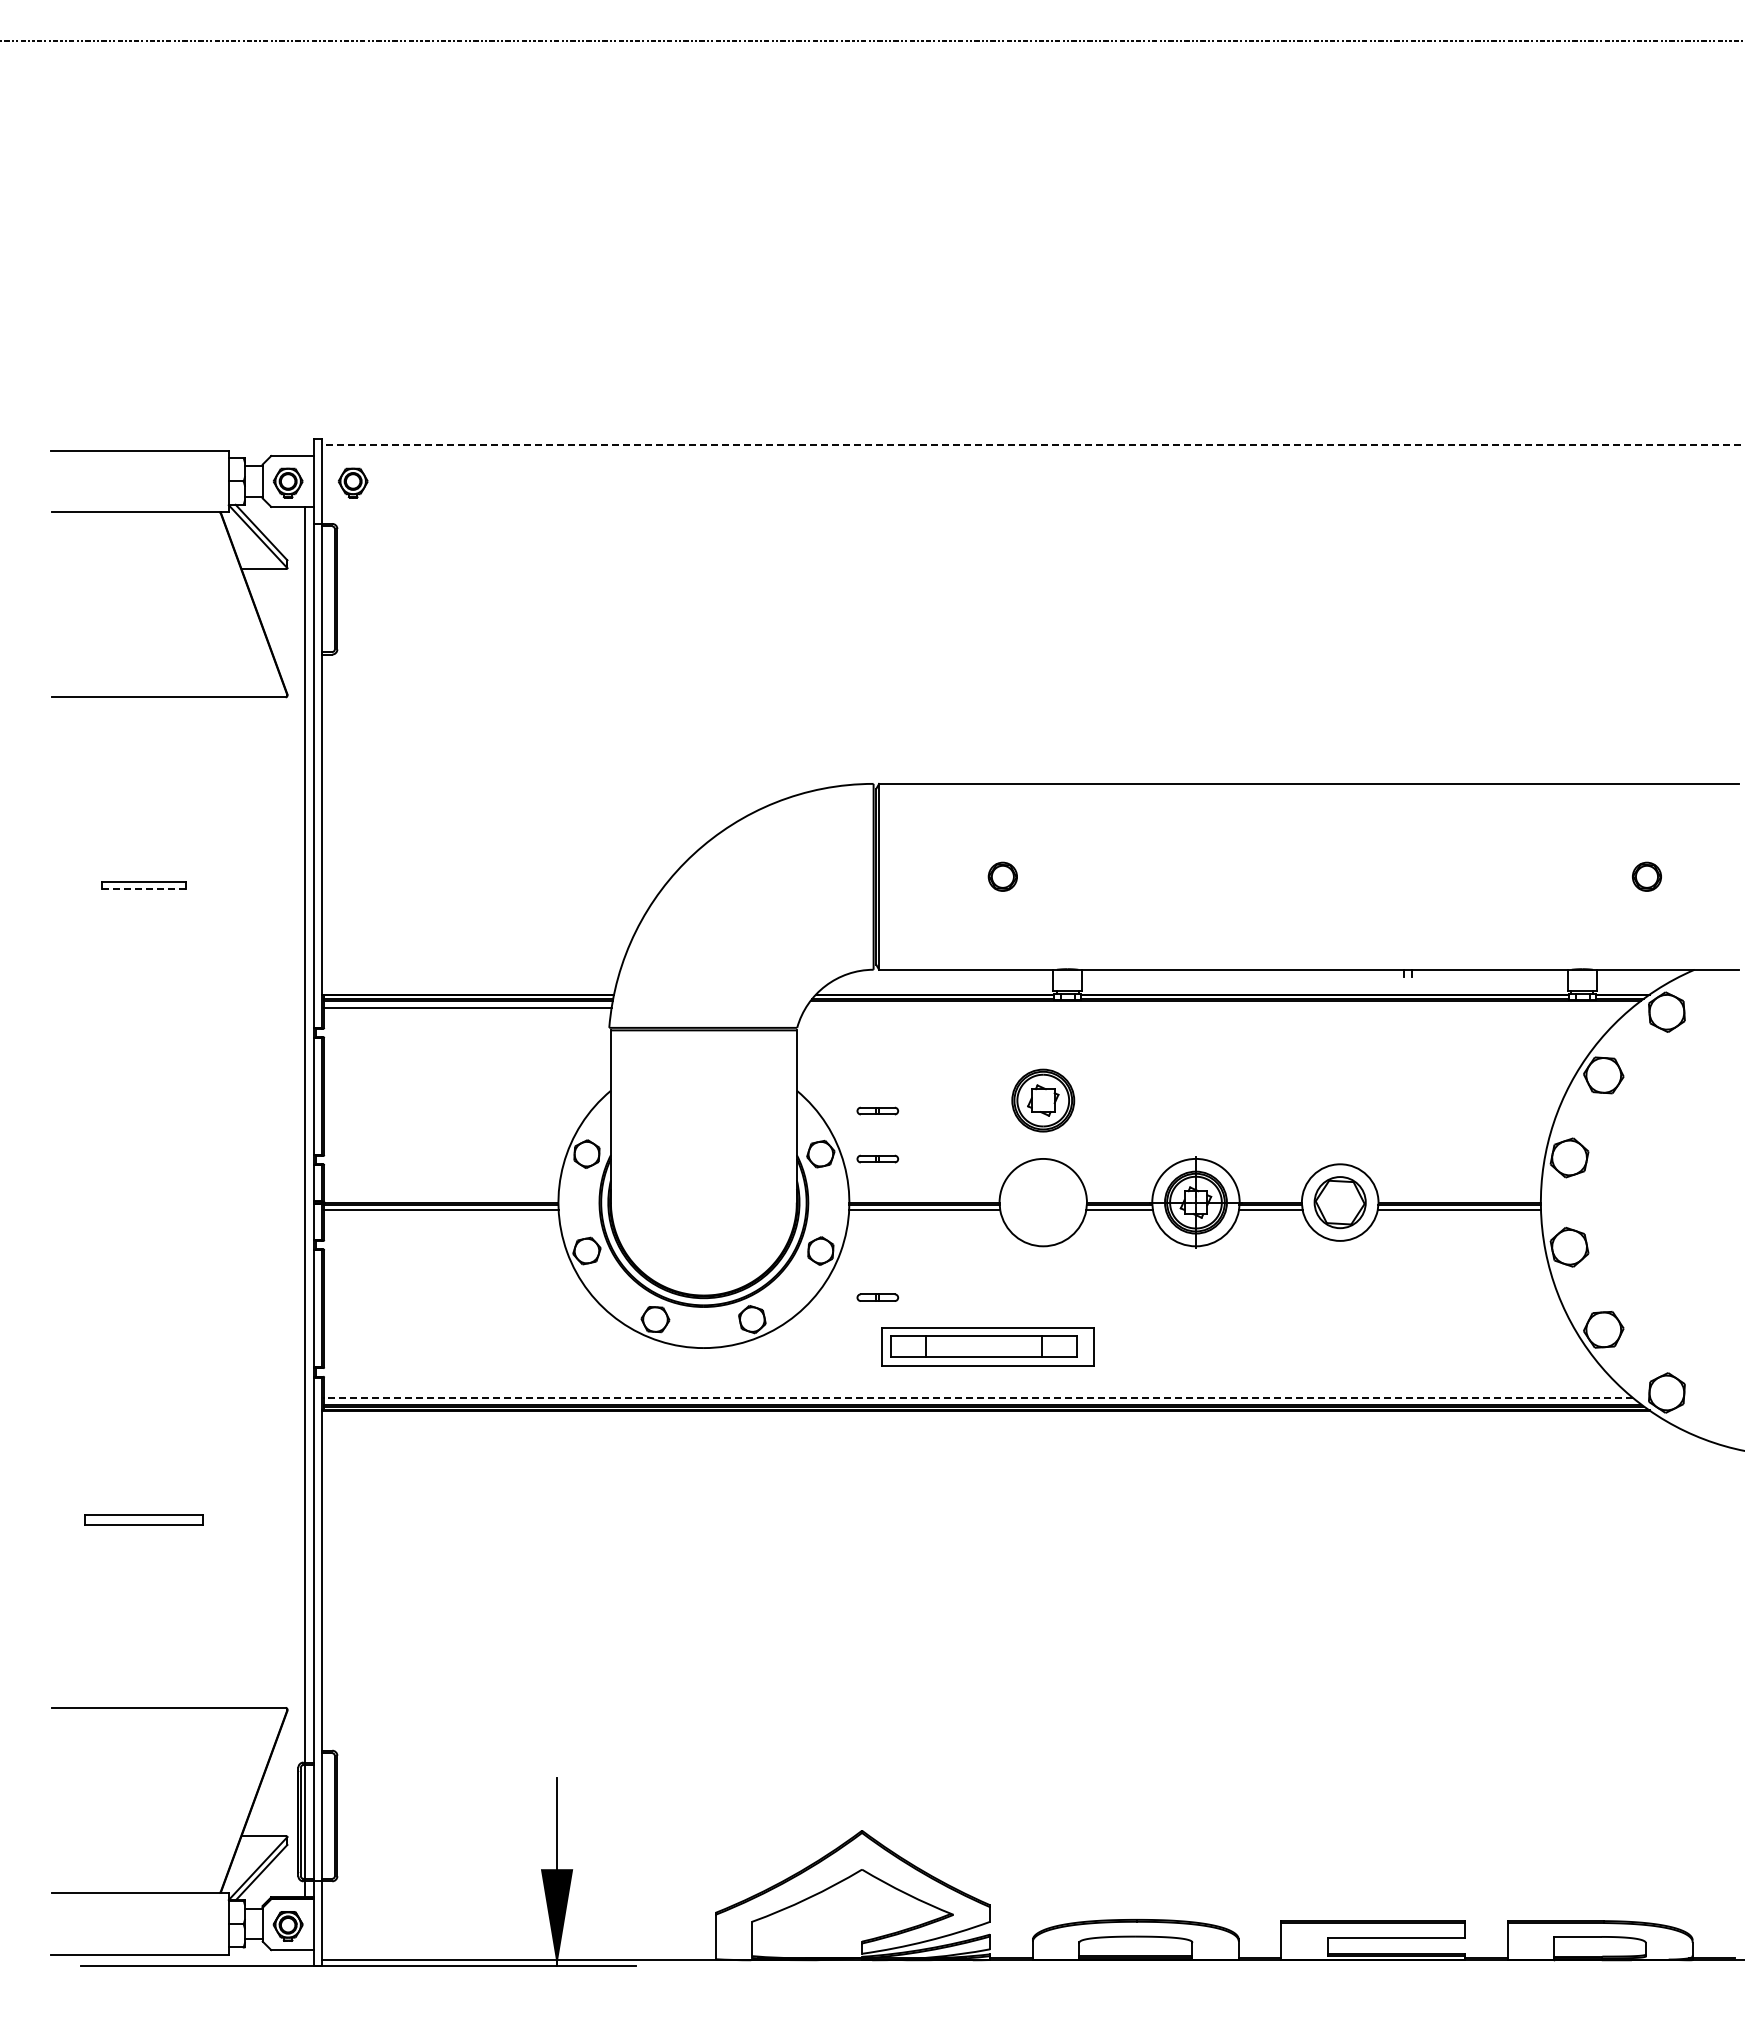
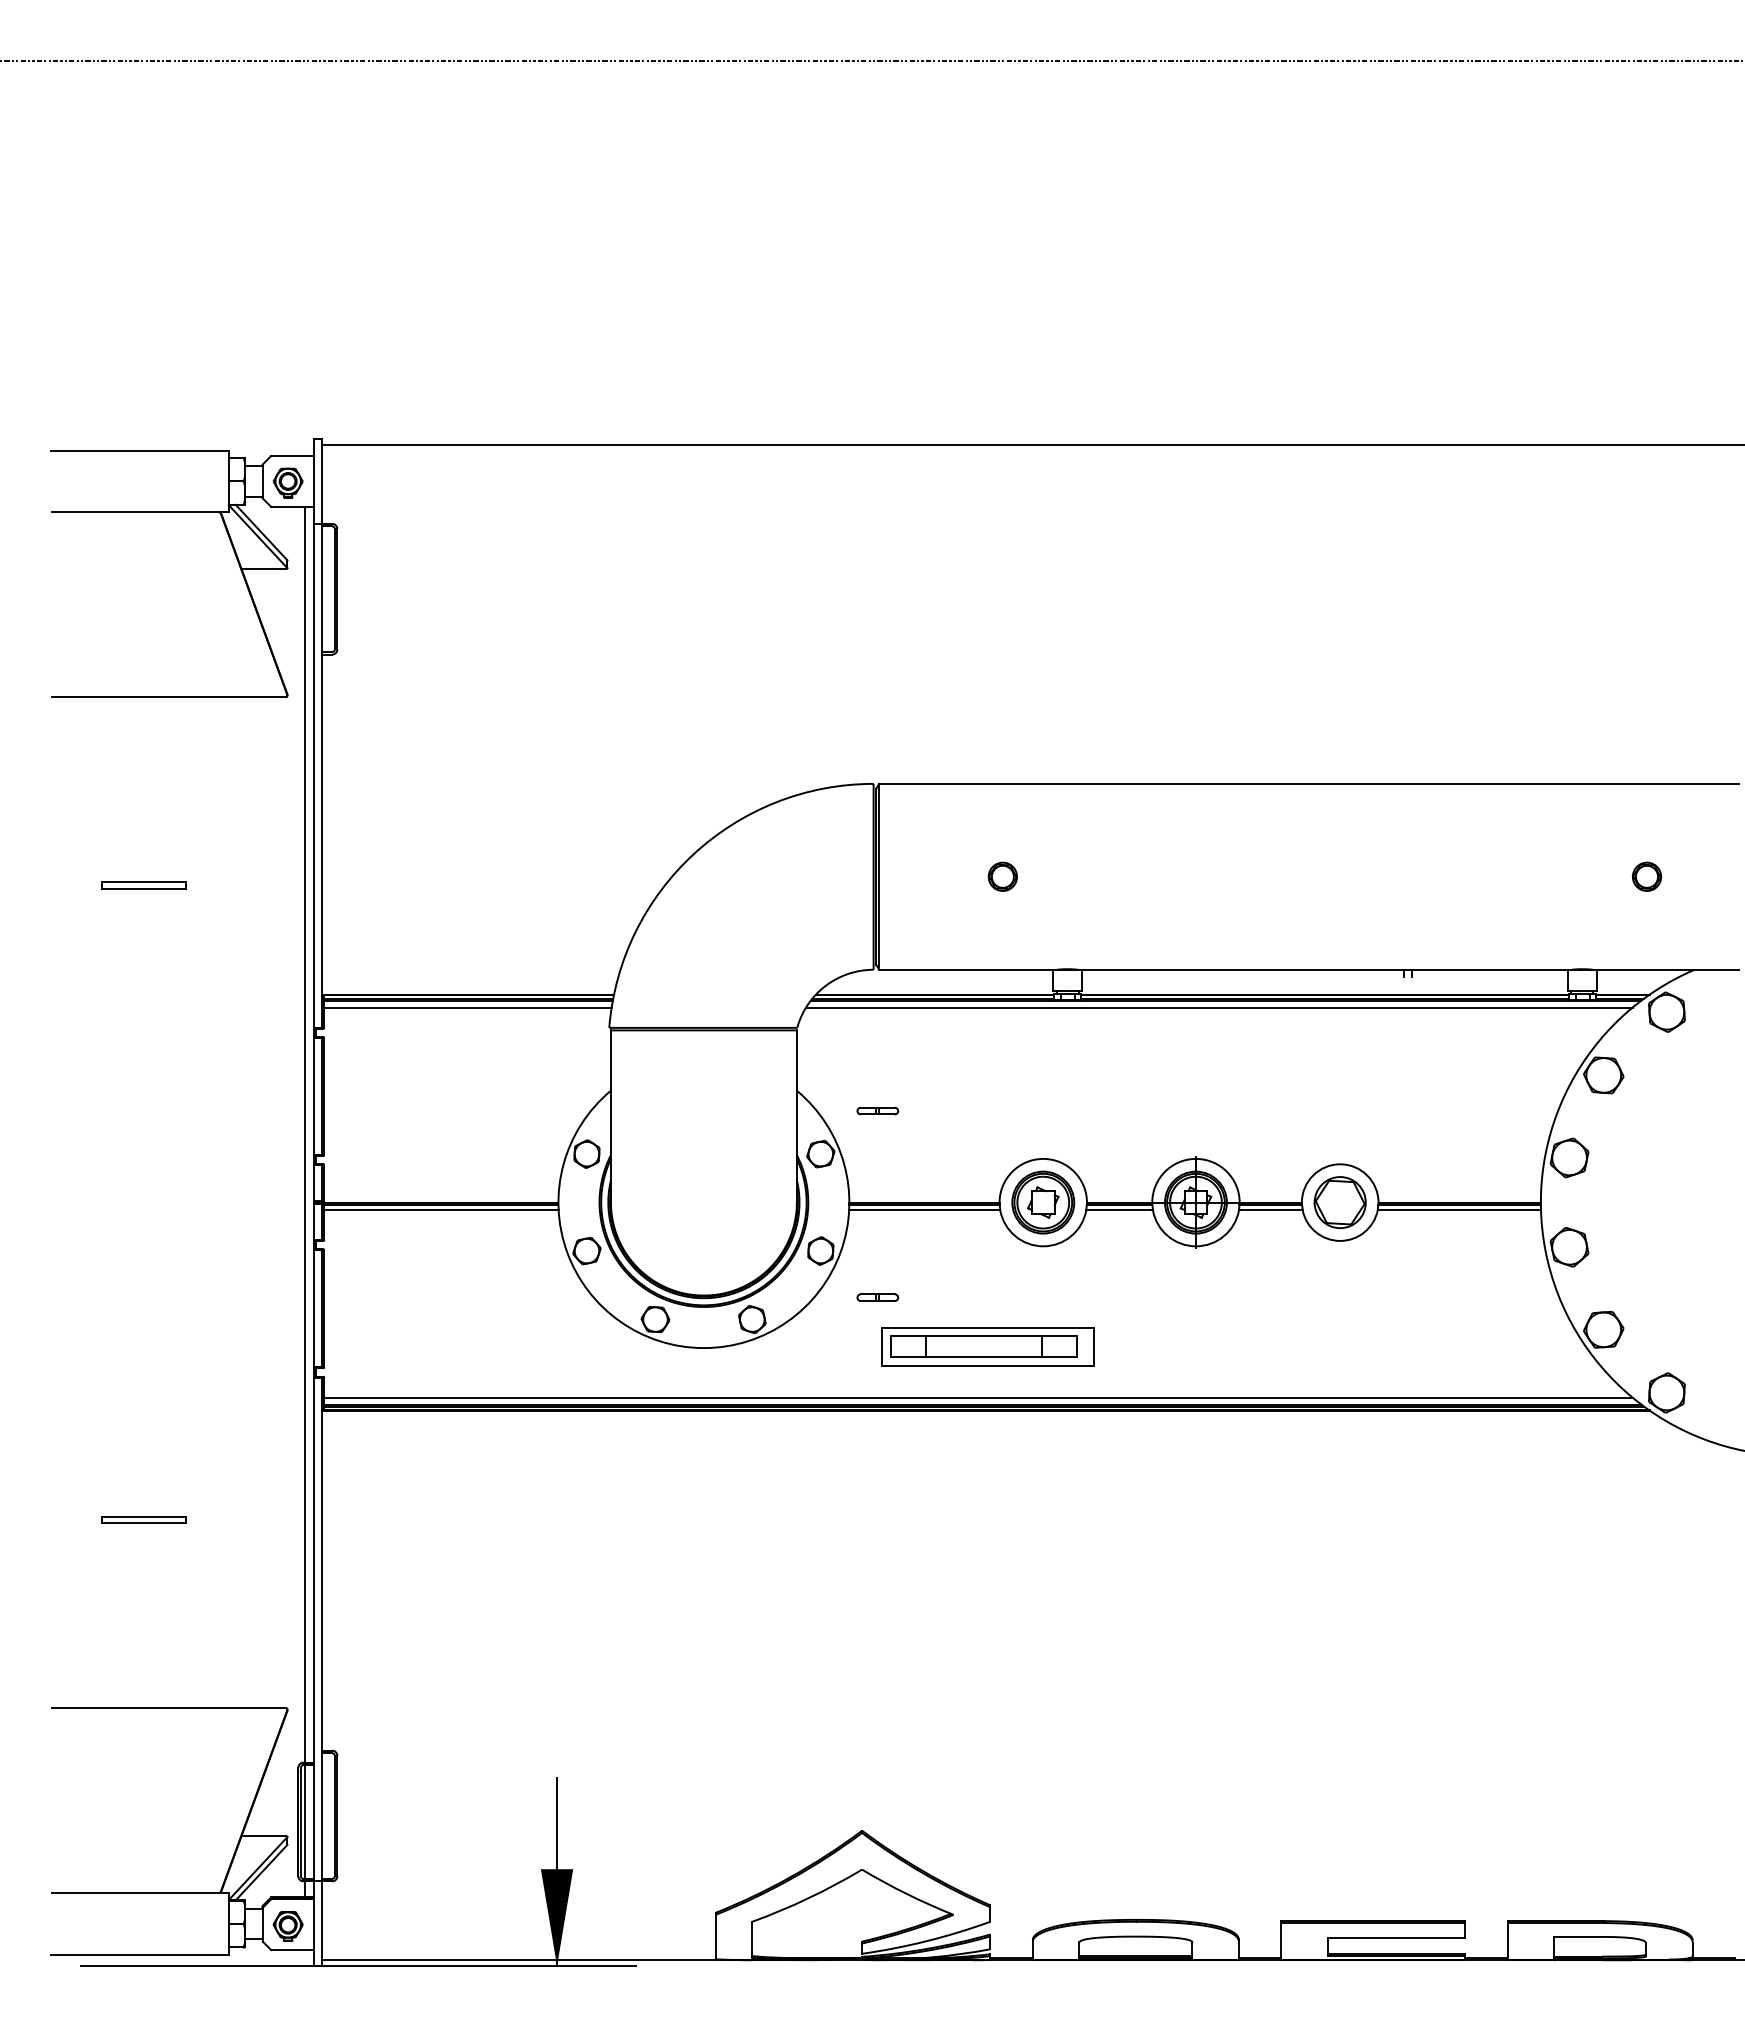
line at (871, 40) position: (871, 40) -> (871, 60)
line at (1032, 444): dashed -> solid
part at (353, 482): present -> none
line at (144, 888): dashed -> solid
line at (1219, 1007): none -> present
part at (1043, 1100) position: (1043, 1100) -> (1043, 1202)
part at (877, 1158): present -> none
line at (978, 1397): dashed -> solid
part at (143, 1519) size: 120x12 px -> 86x8 px
